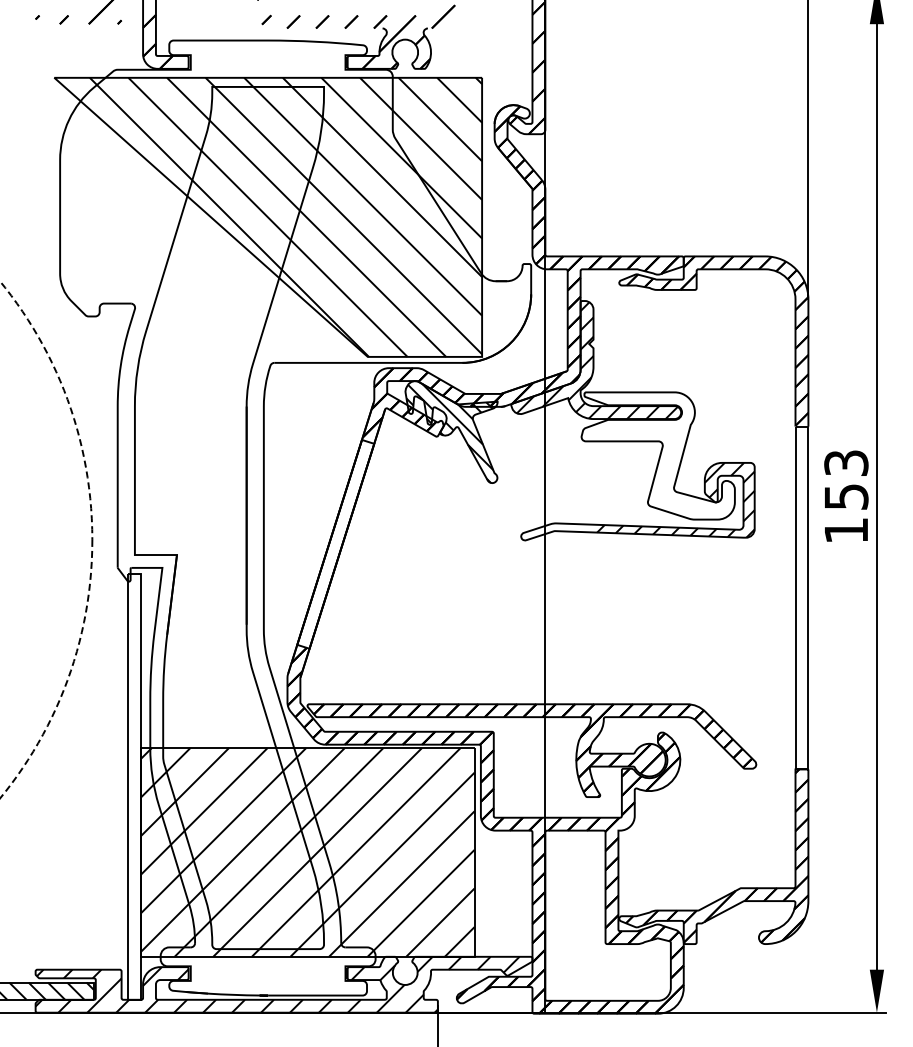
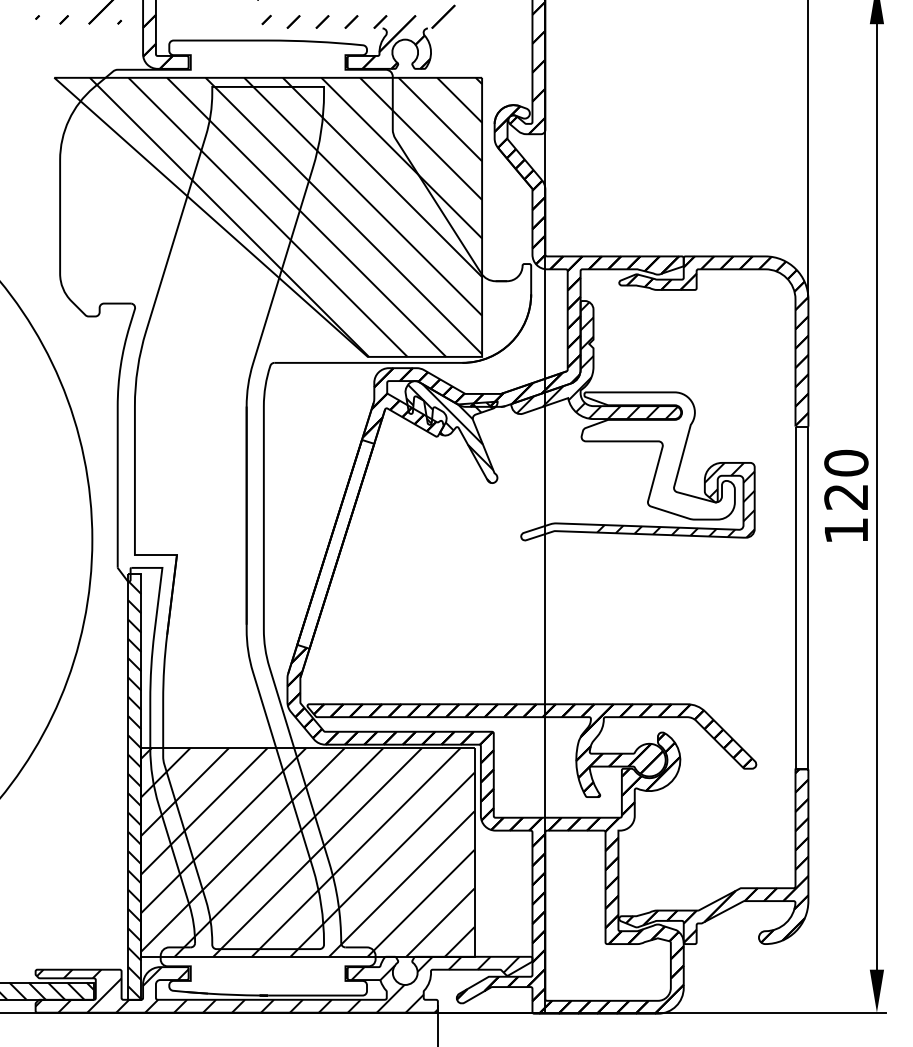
text at (846, 479): 153 -> 120
circle at (46, 539): dashed -> solid
hatch at (134, 786): none -> present
